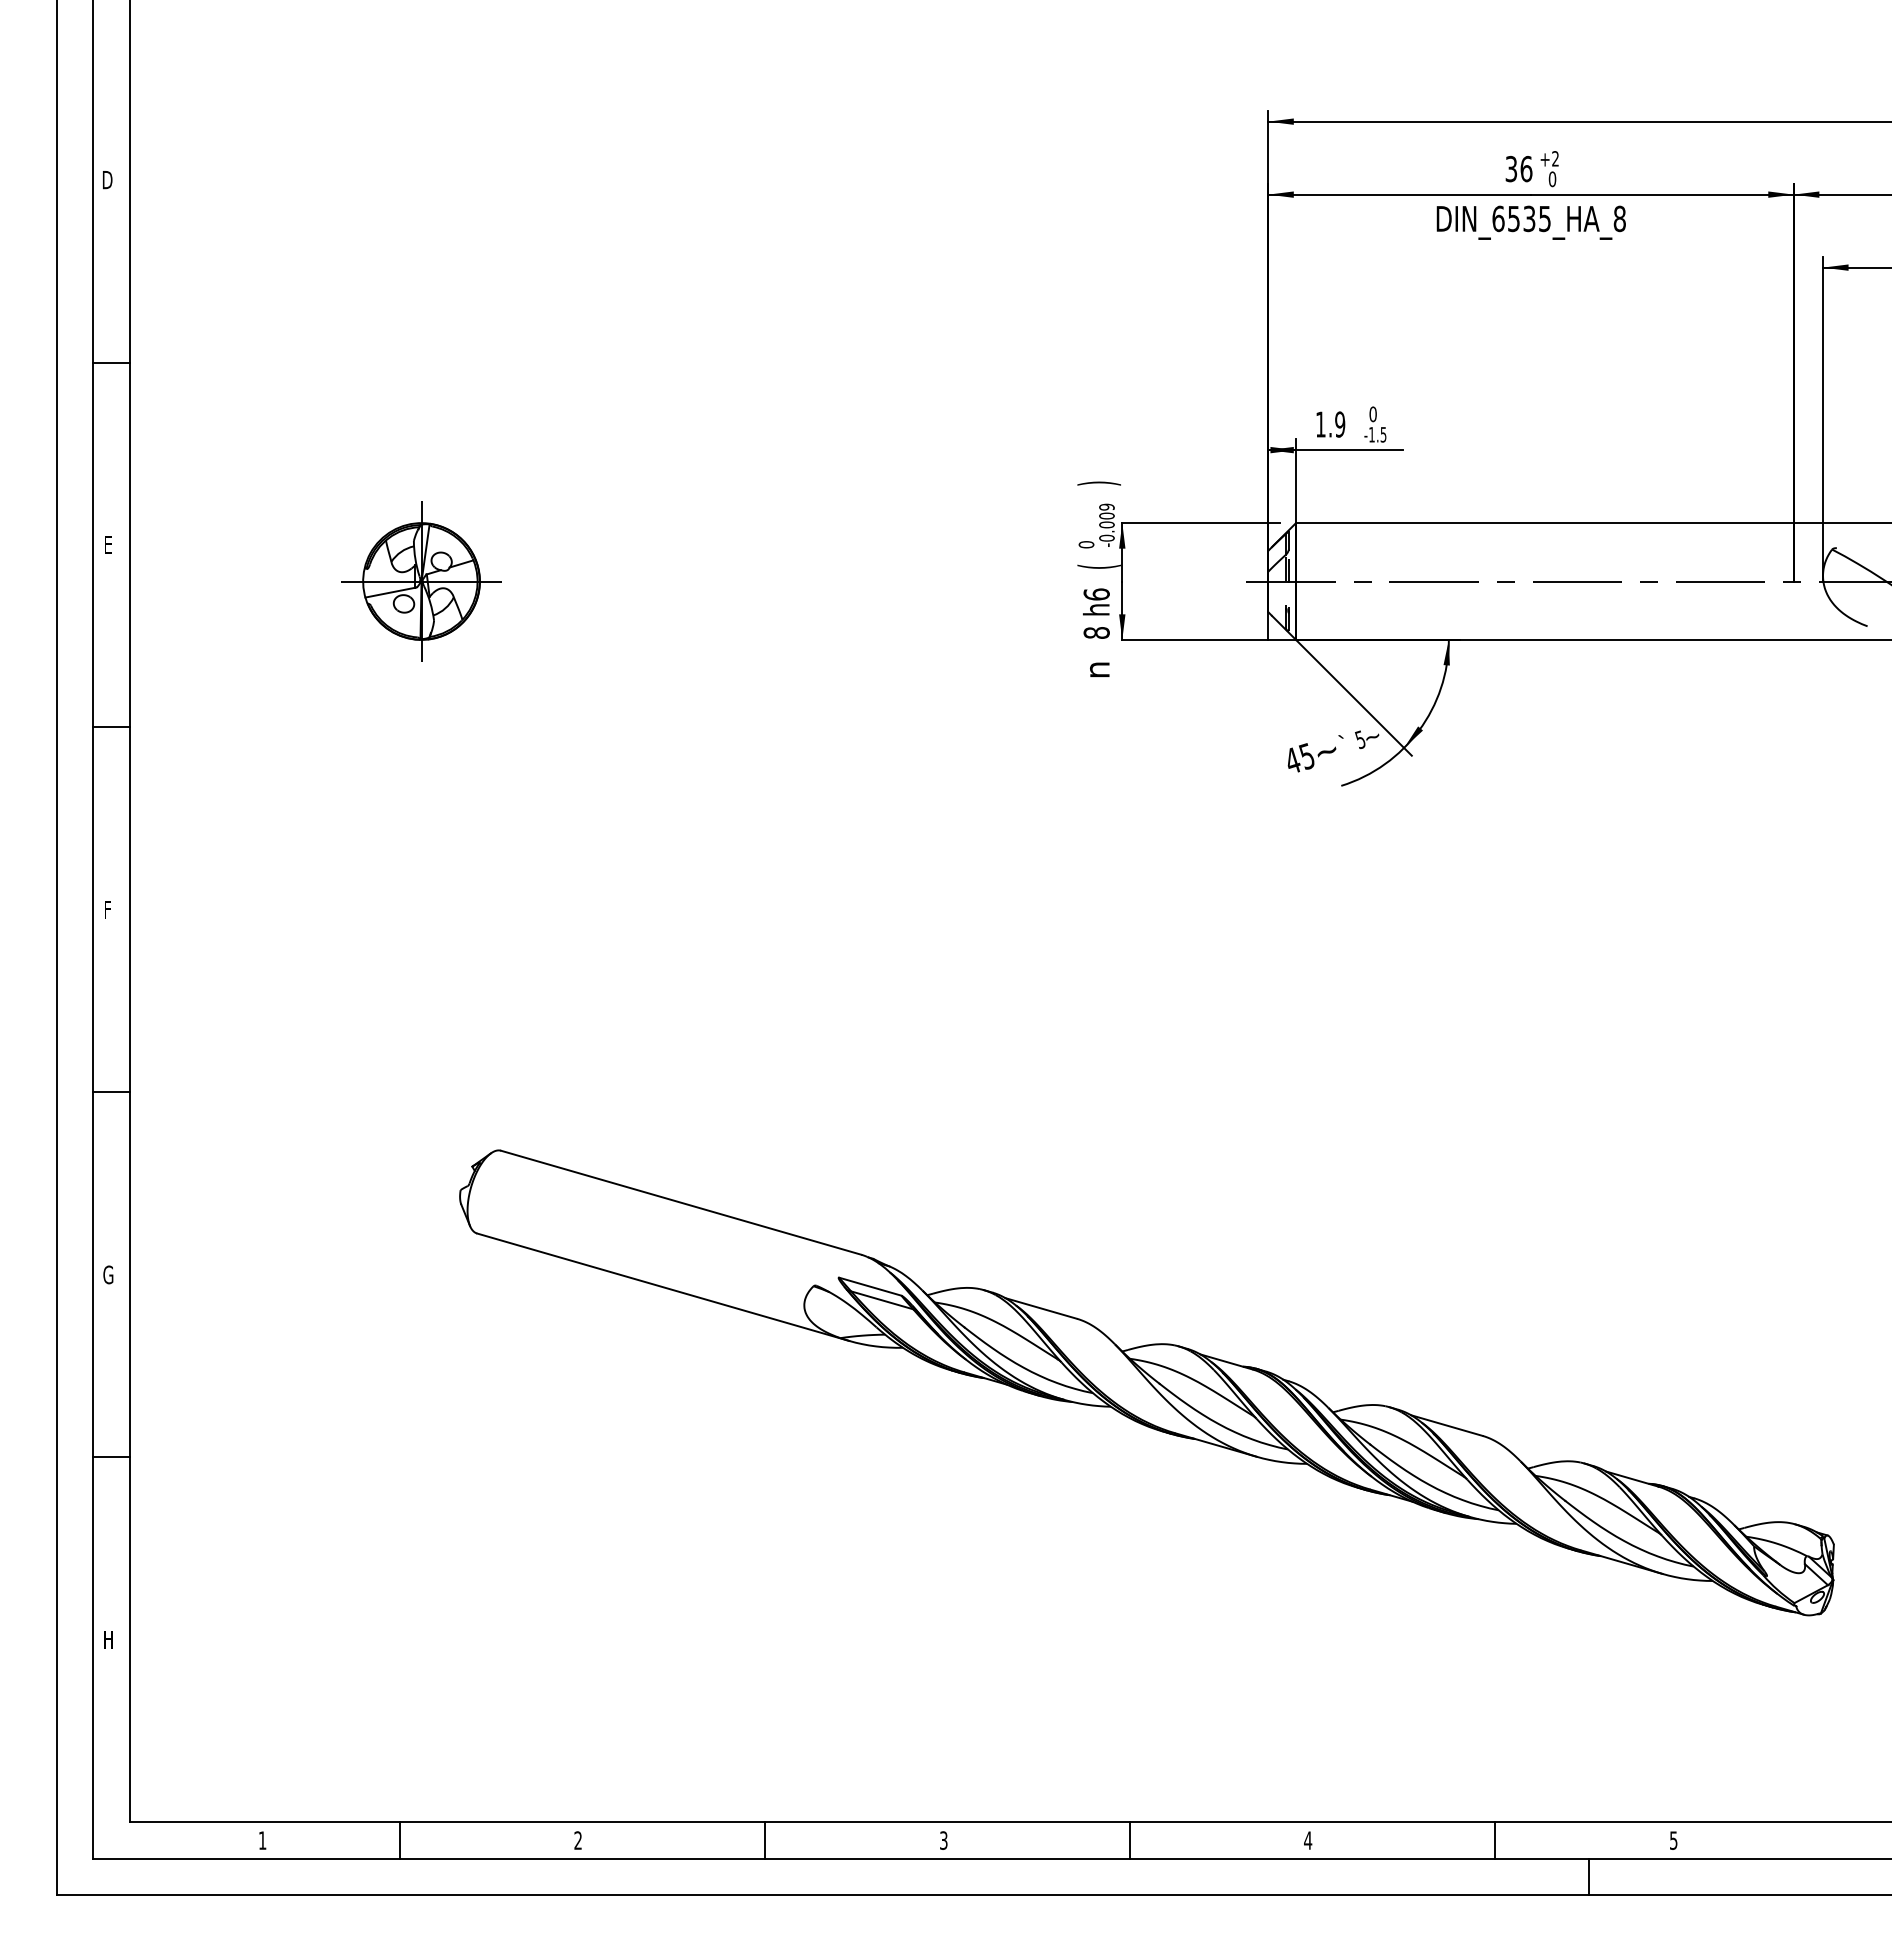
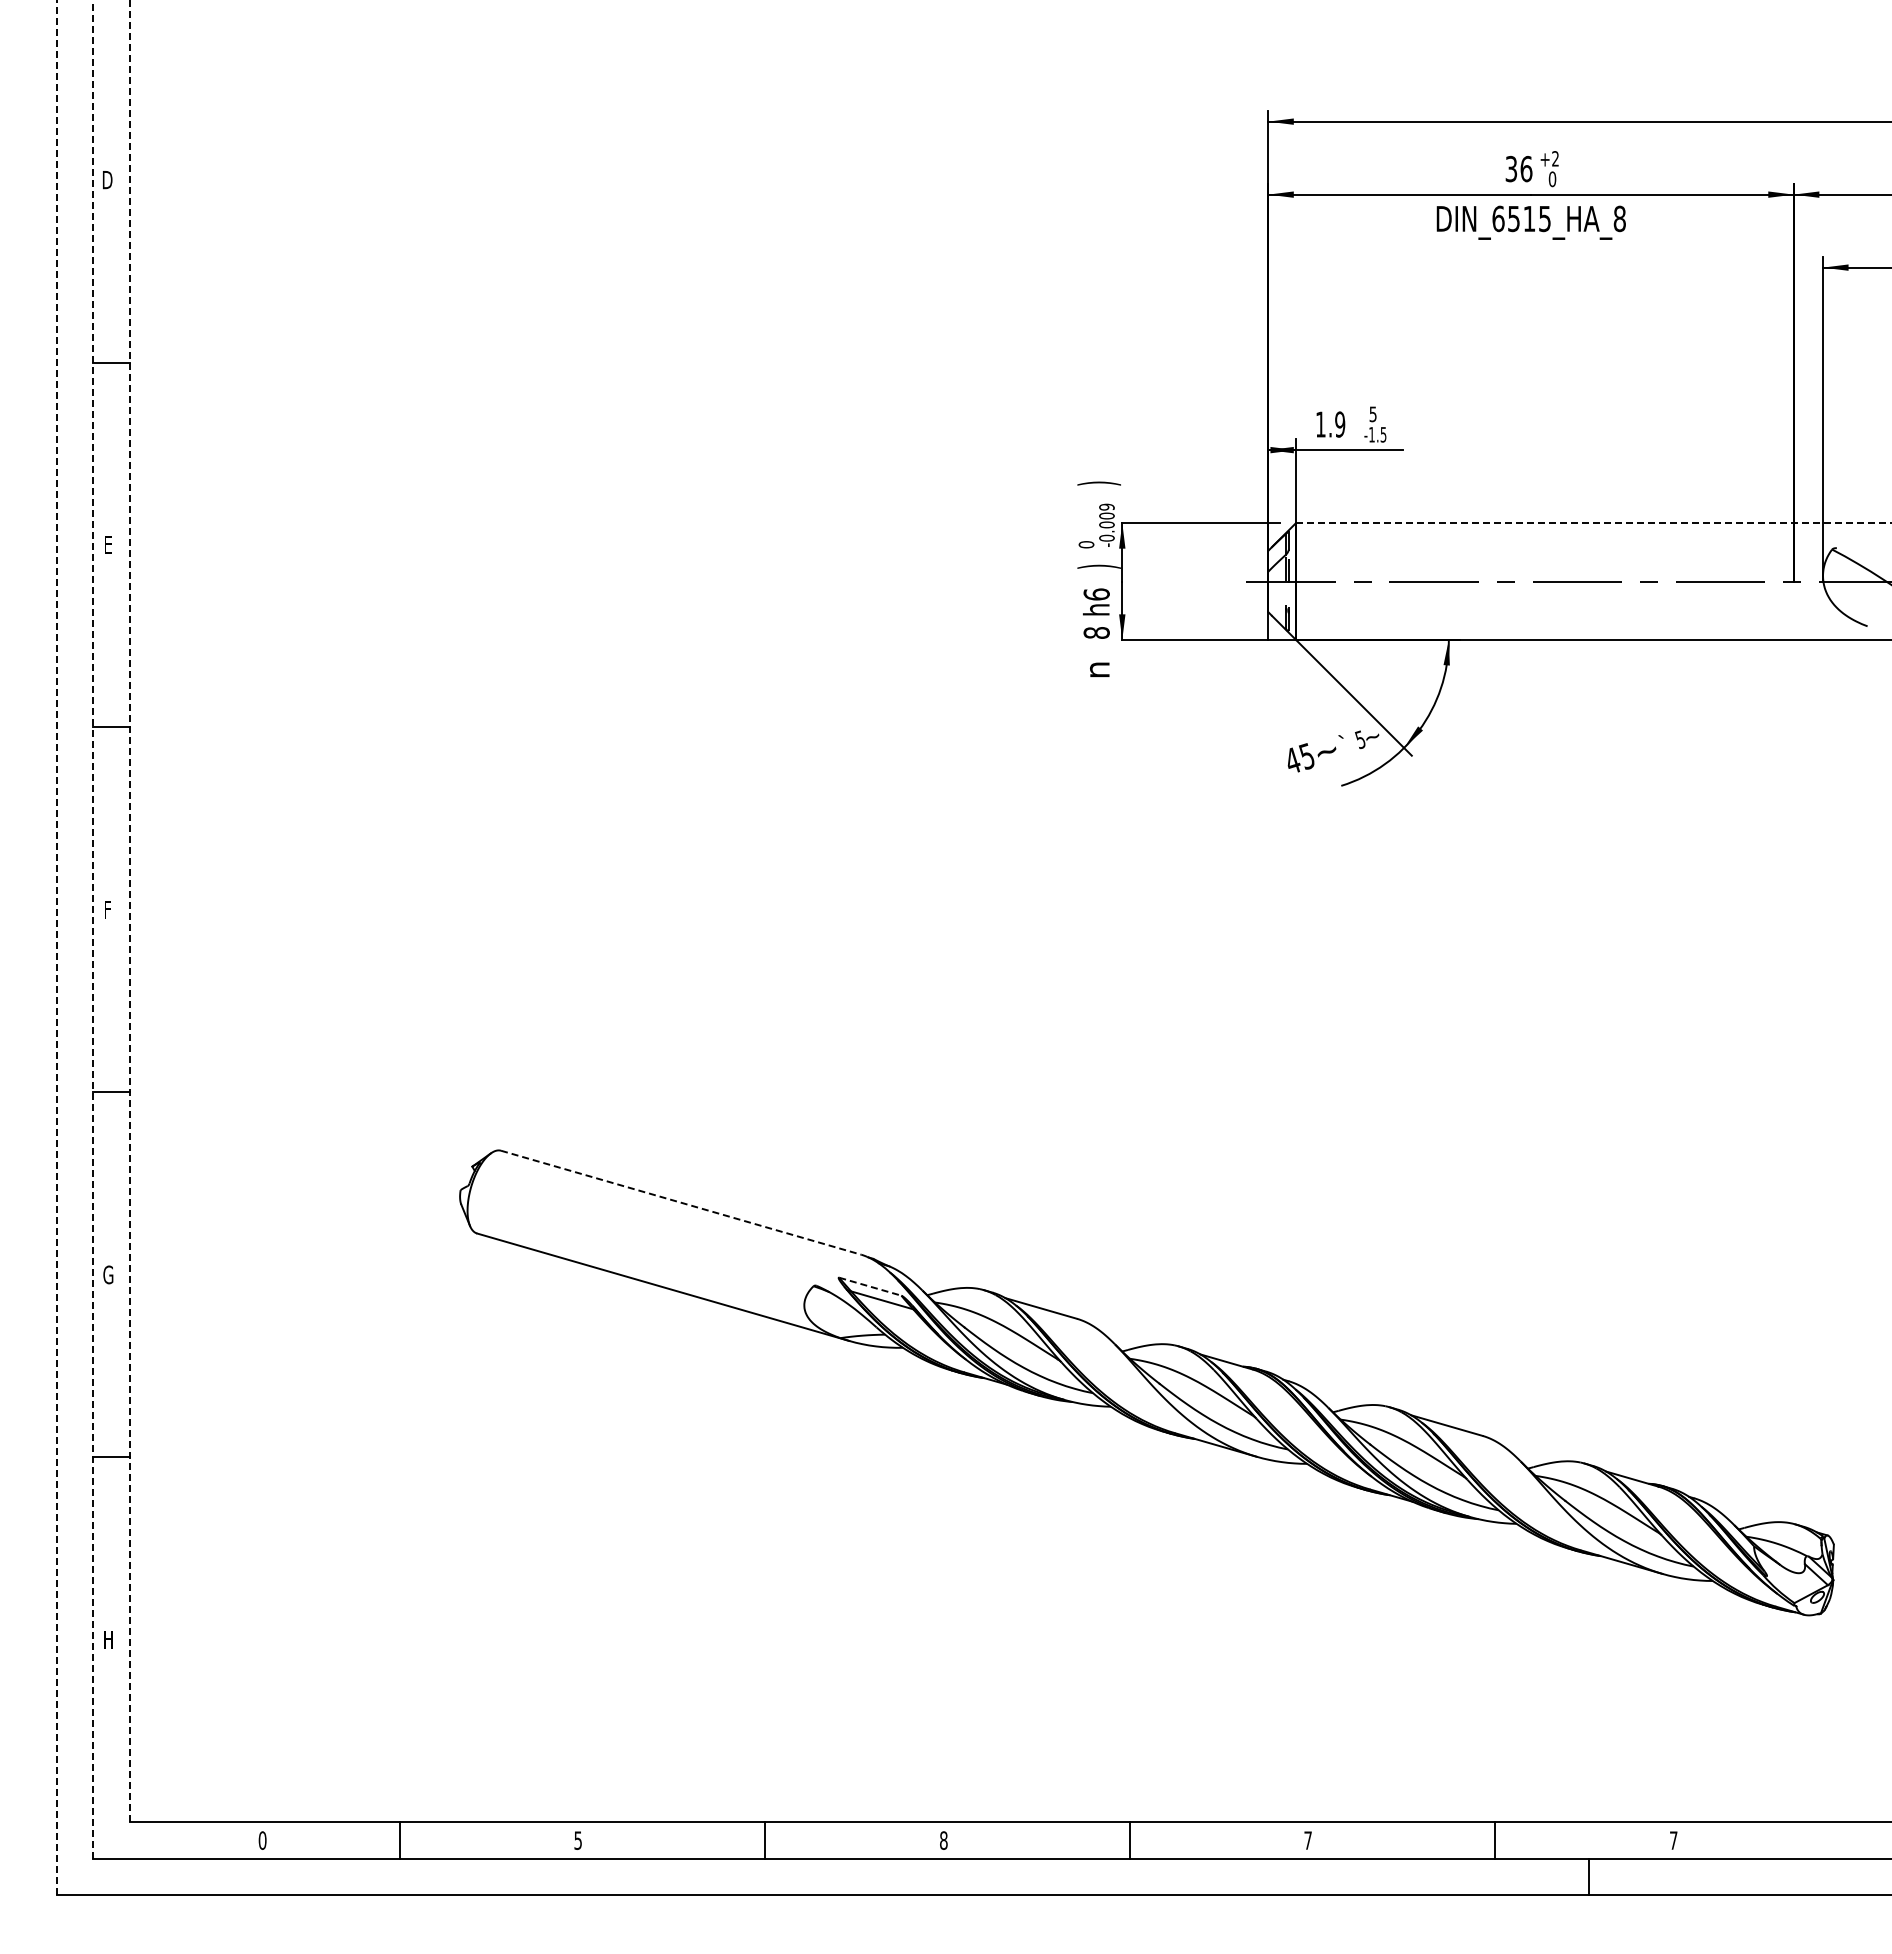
text at (1529, 218): DIN_6535_HA_8 -> DIN_6515_HA_8
text at (1372, 414): 0 -> 5
line at (1593, 523): solid -> dashed
text at (1098, 566): ( -> )
part at (421, 581): present -> none
line at (129, 911): solid -> dashed
line at (93, 928): solid -> dashed
line at (56, 947): solid -> dashed
line at (681, 1202): solid -> dashed
line at (870, 1286): solid -> dashed
text at (262, 1840): 1 -> 0
text at (577, 1840): 2 -> 5
text at (943, 1840): 3 -> 8
text at (1308, 1840): 4 -> 7
text at (1673, 1840): 5 -> 7
